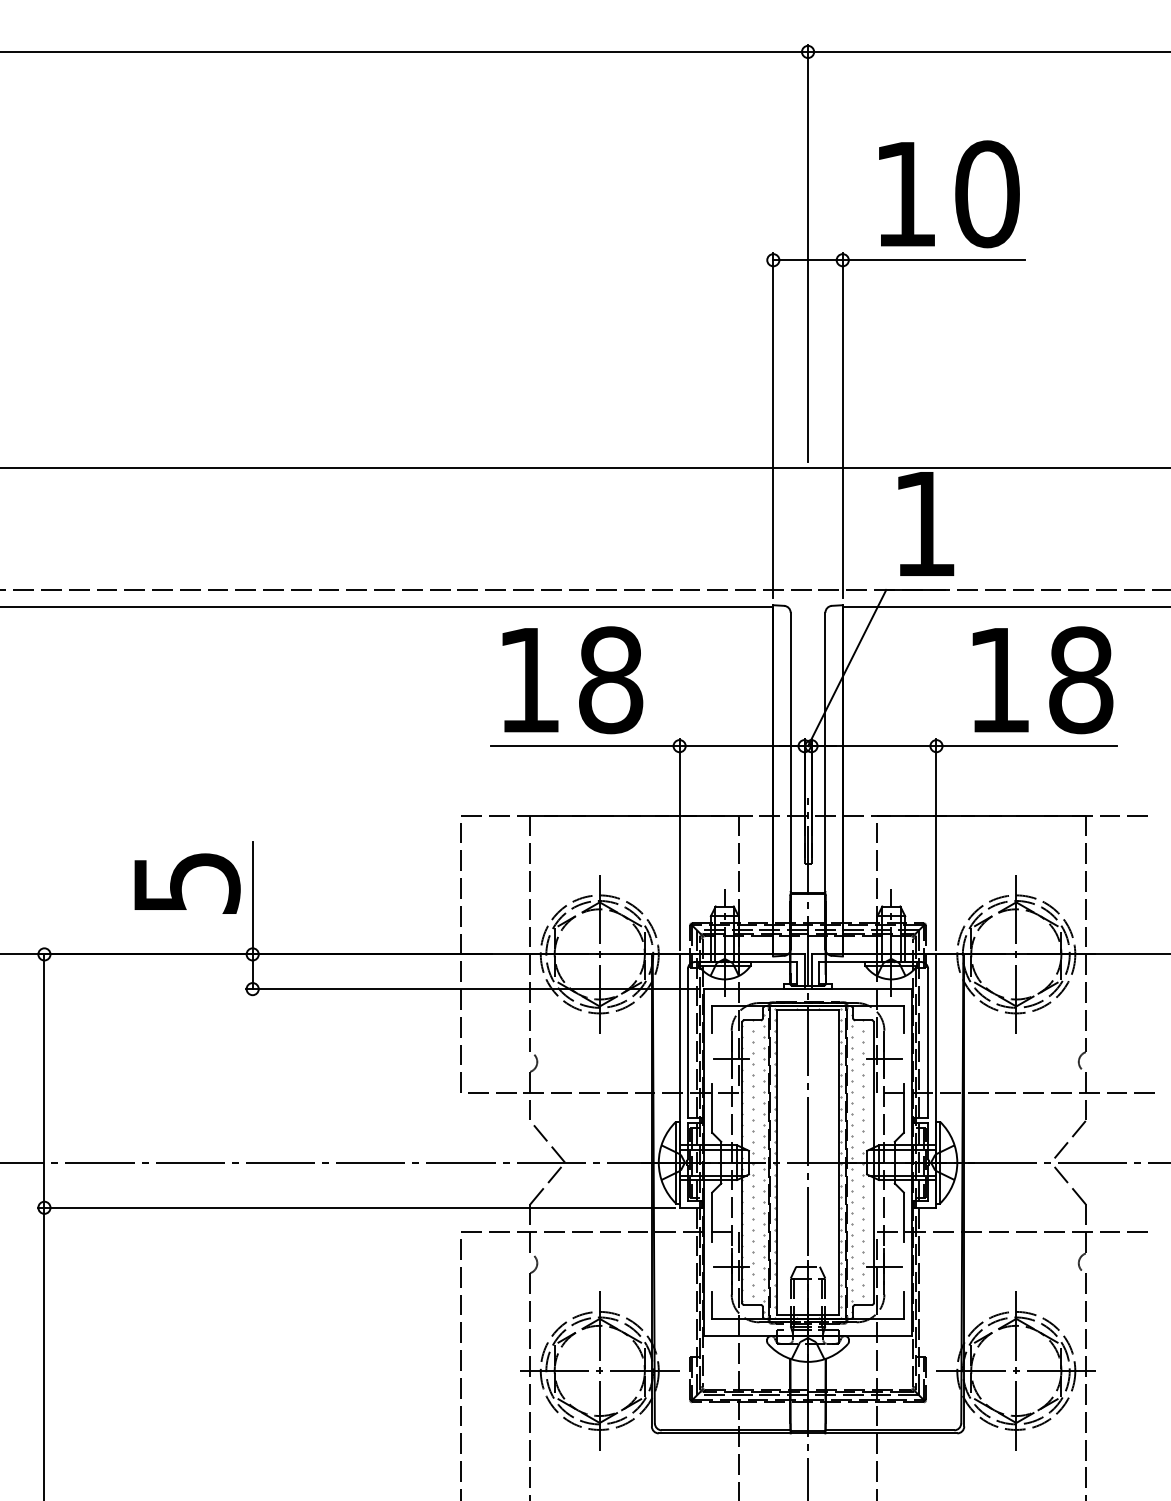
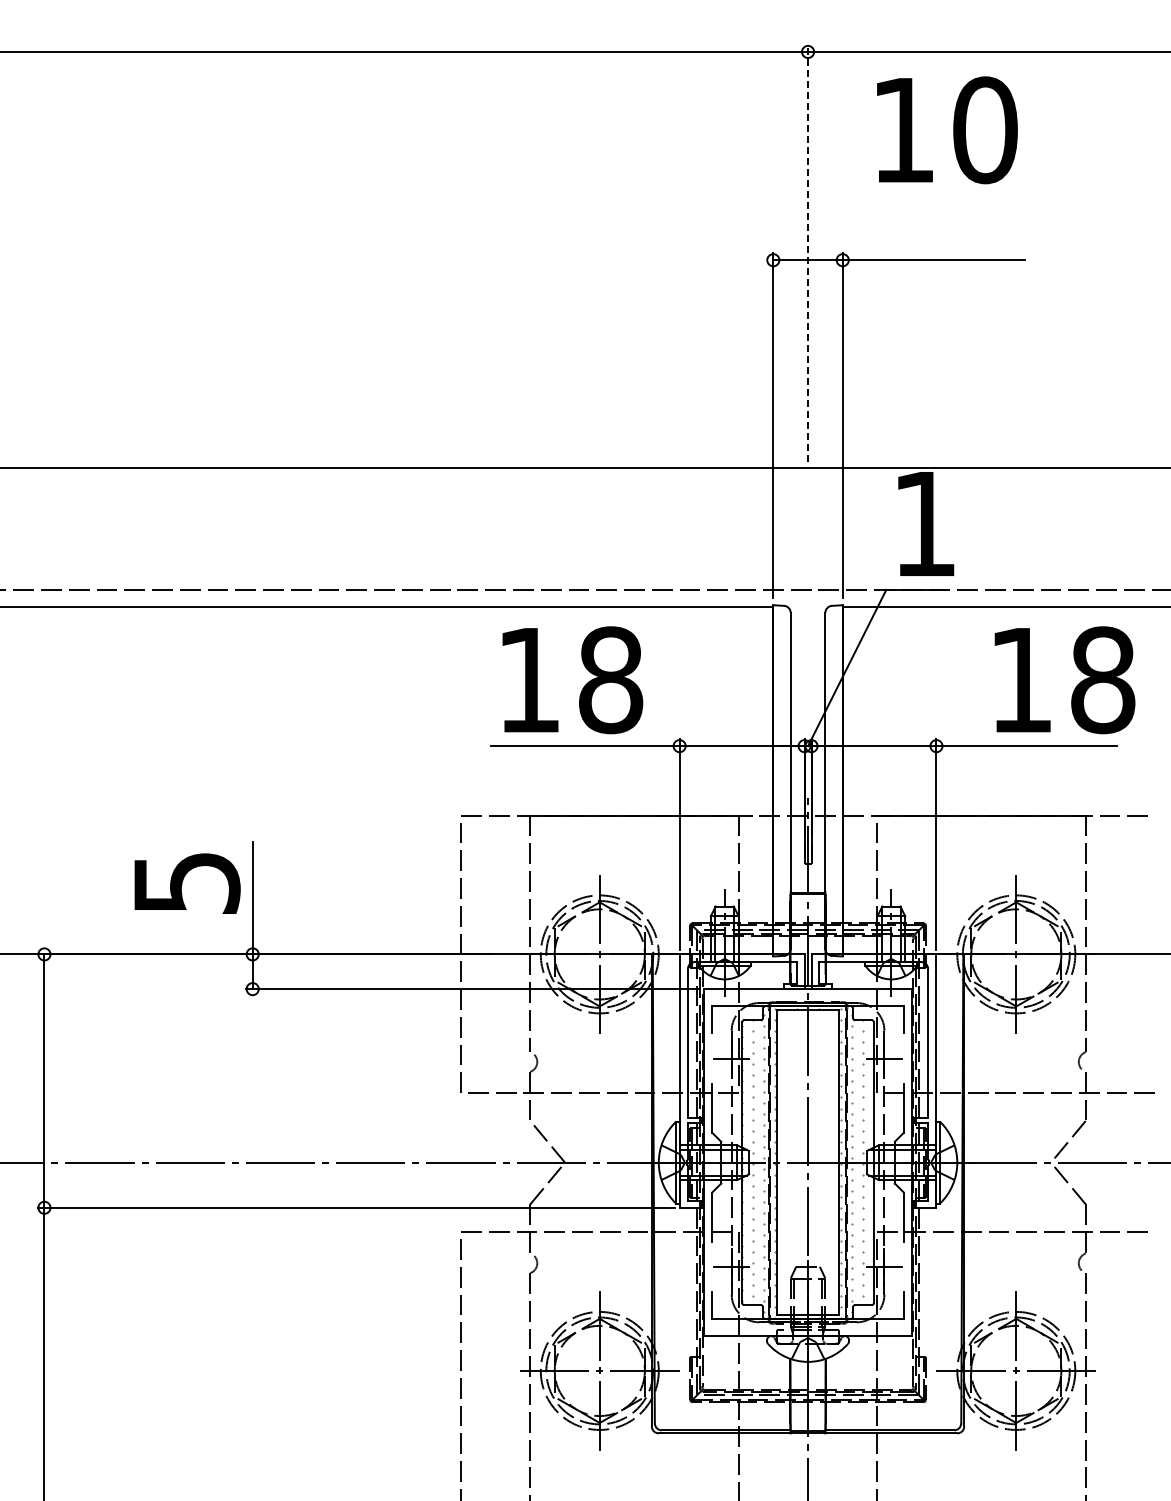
text at (949, 194) position: (949, 194) -> (947, 130)
line at (808, 252): solid -> dashed
text at (1042, 680) position: (1042, 680) -> (1064, 680)
